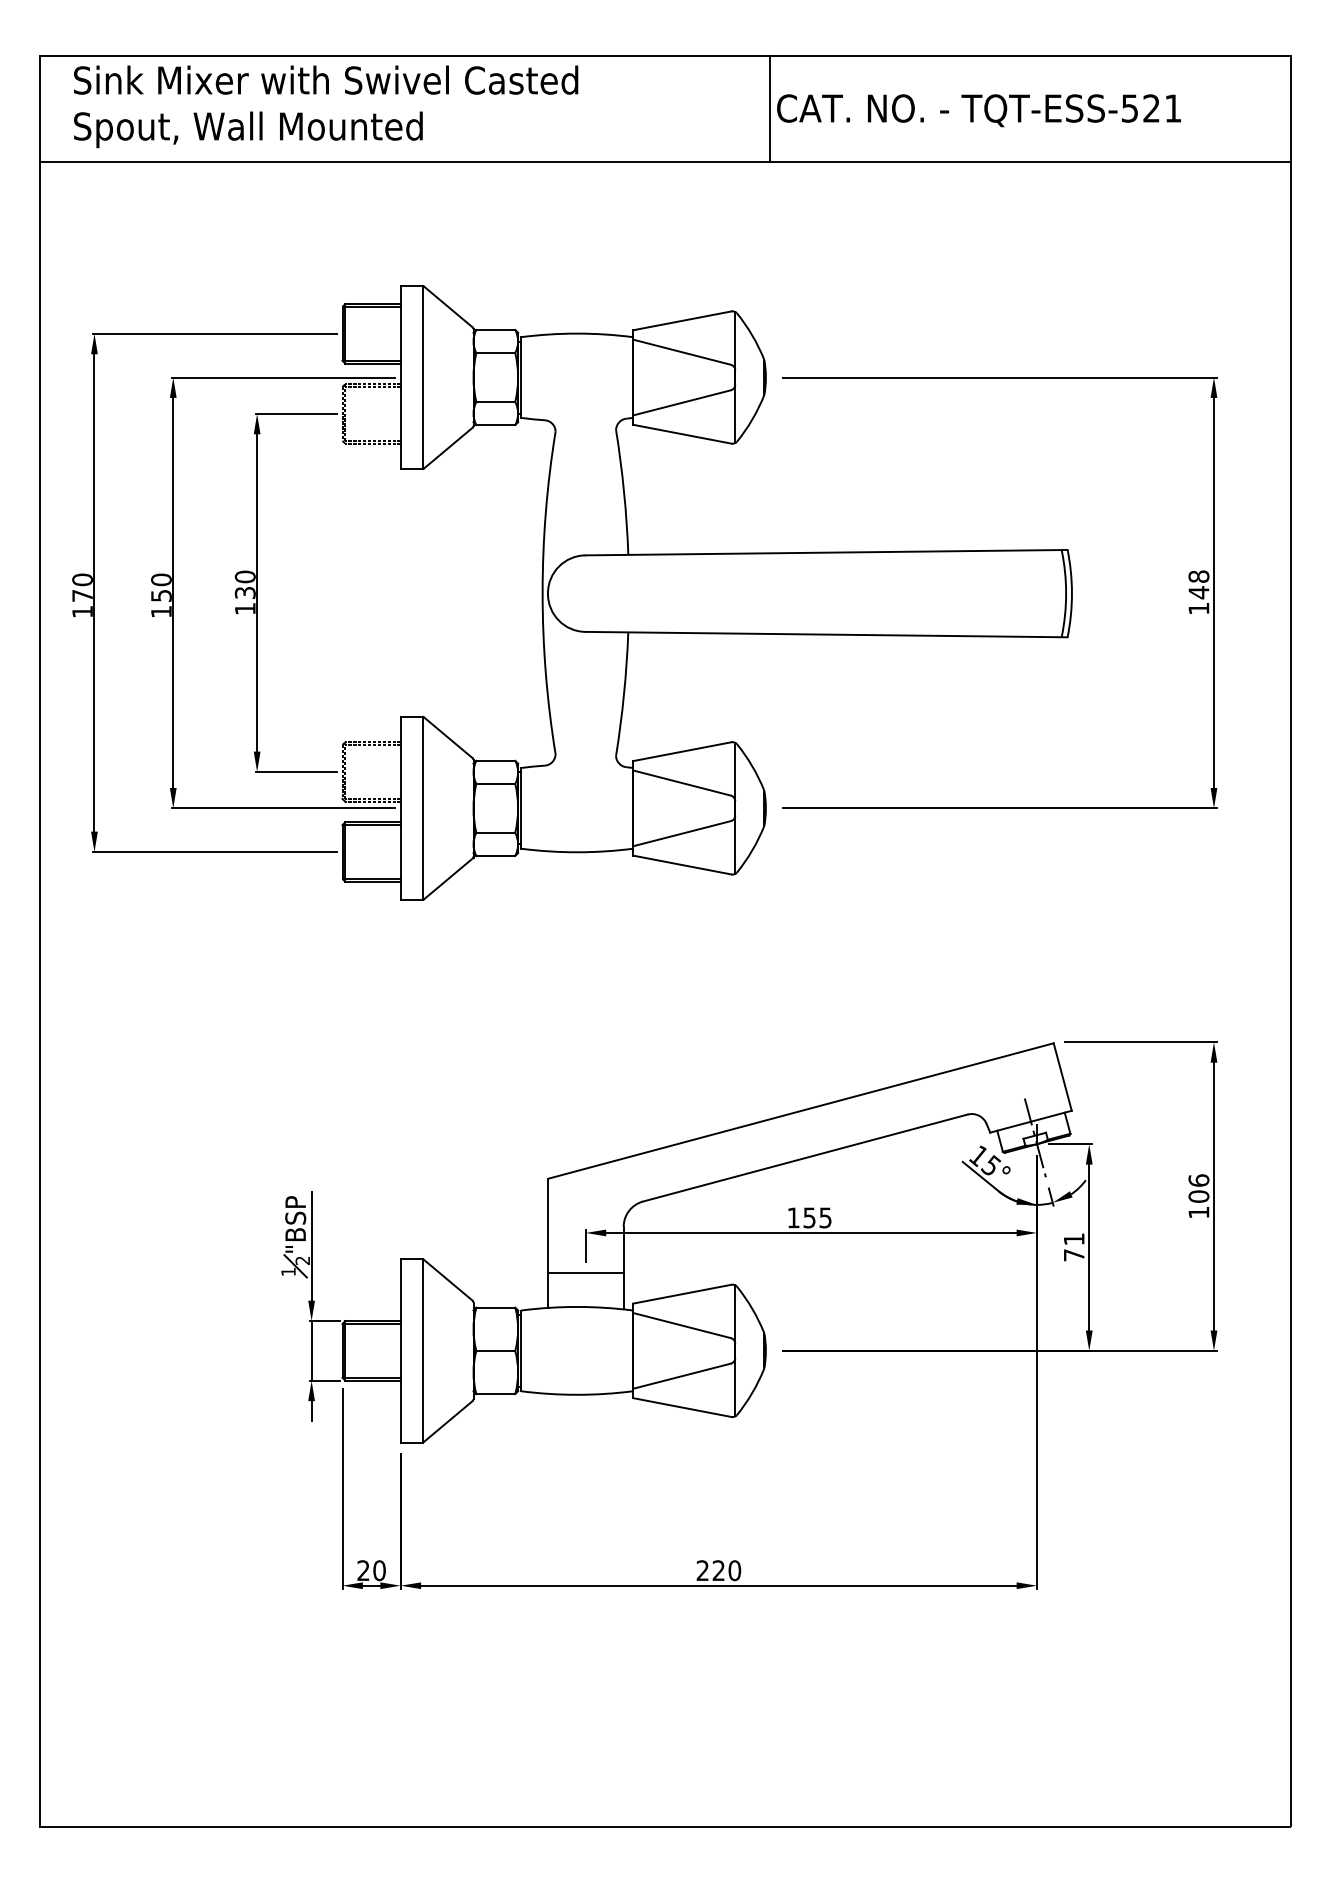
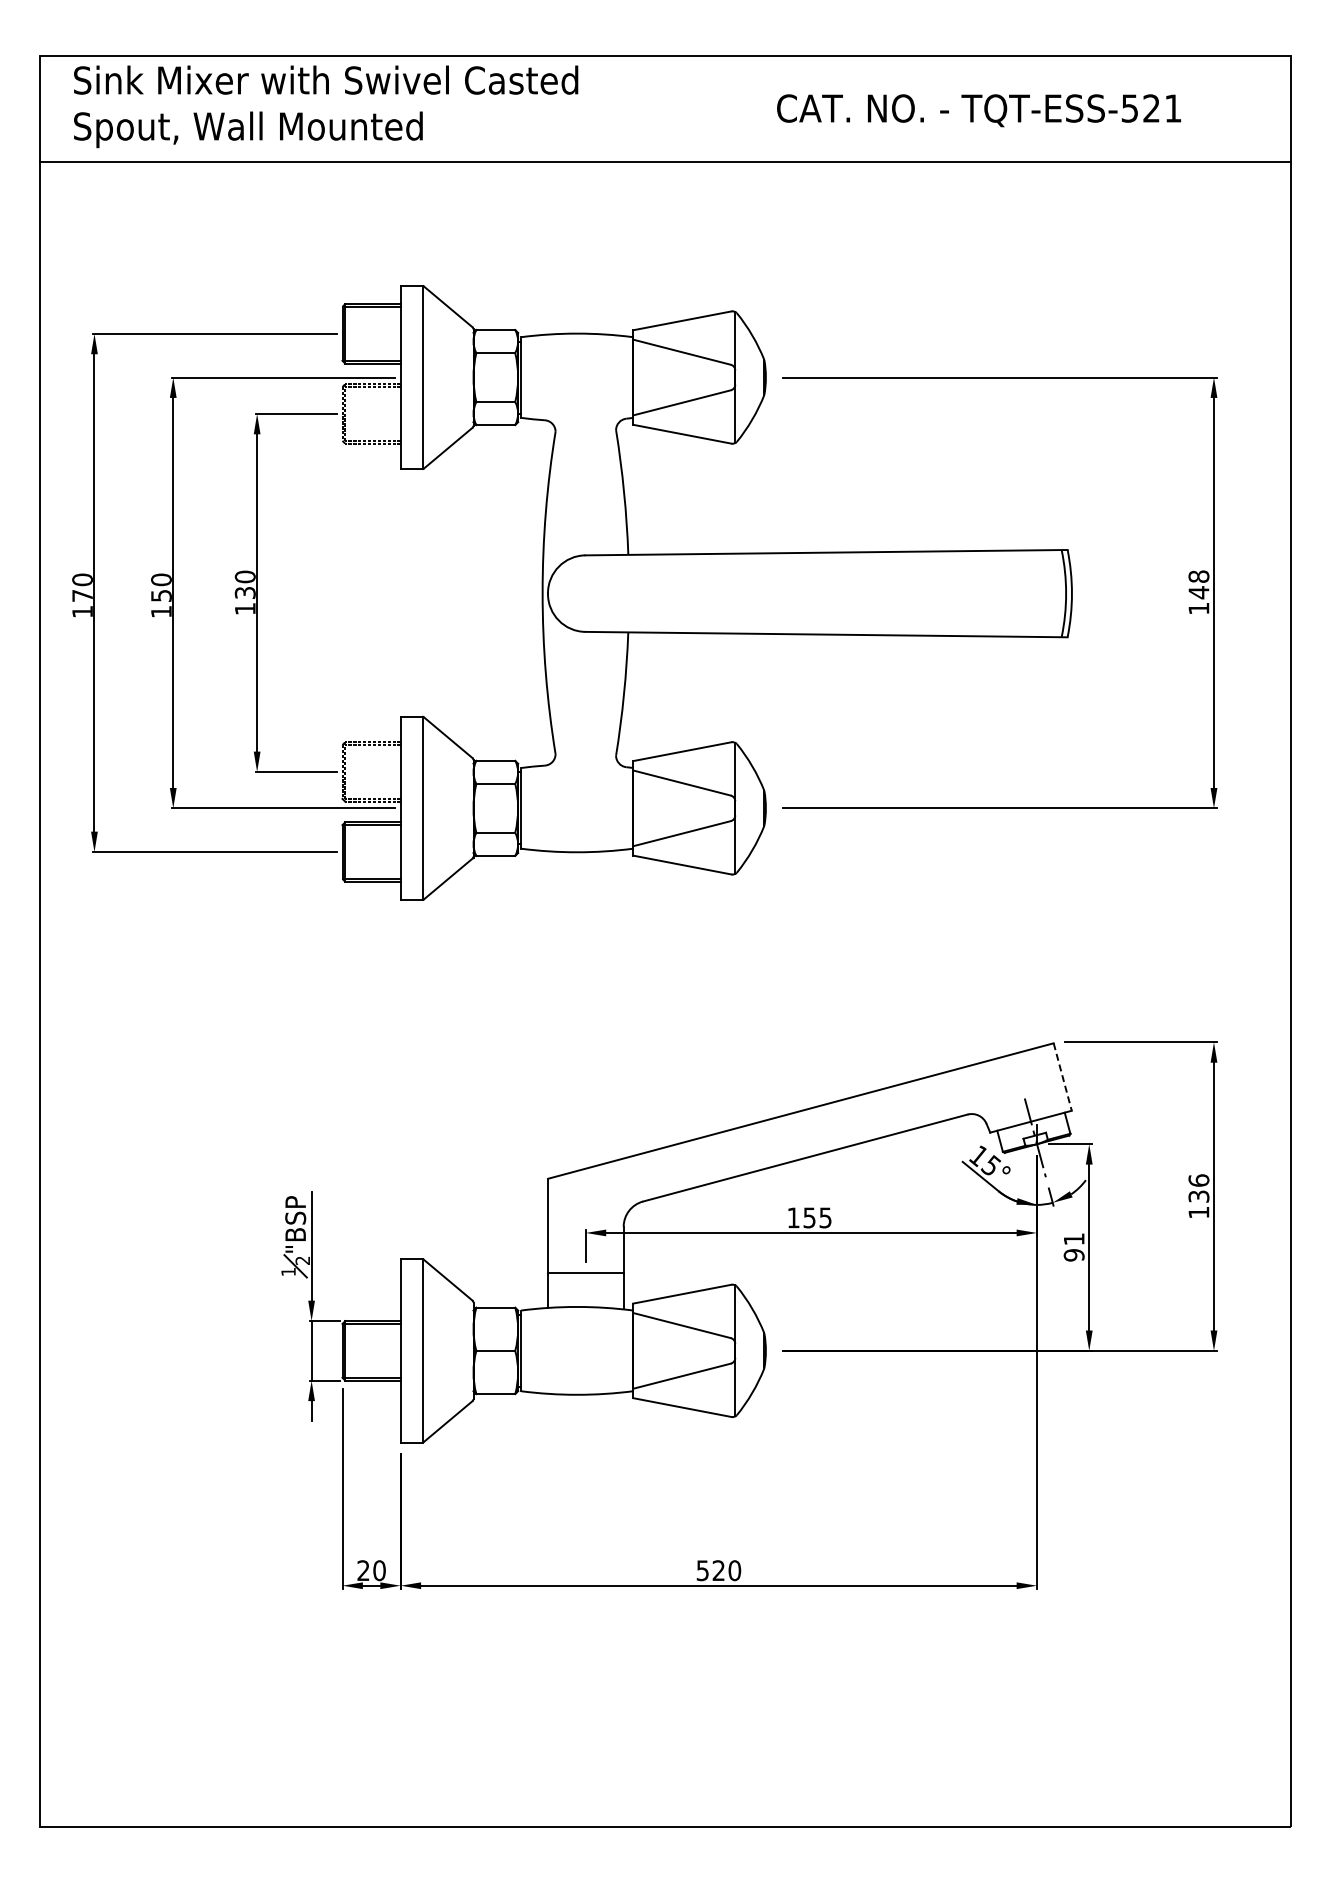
line at (770, 108): present -> none
line at (1062, 1077): solid -> dashed
text at (1198, 1196): 106 -> 136
text at (1073, 1255): 71 -> 91
text at (702, 1570): 220 -> 520
